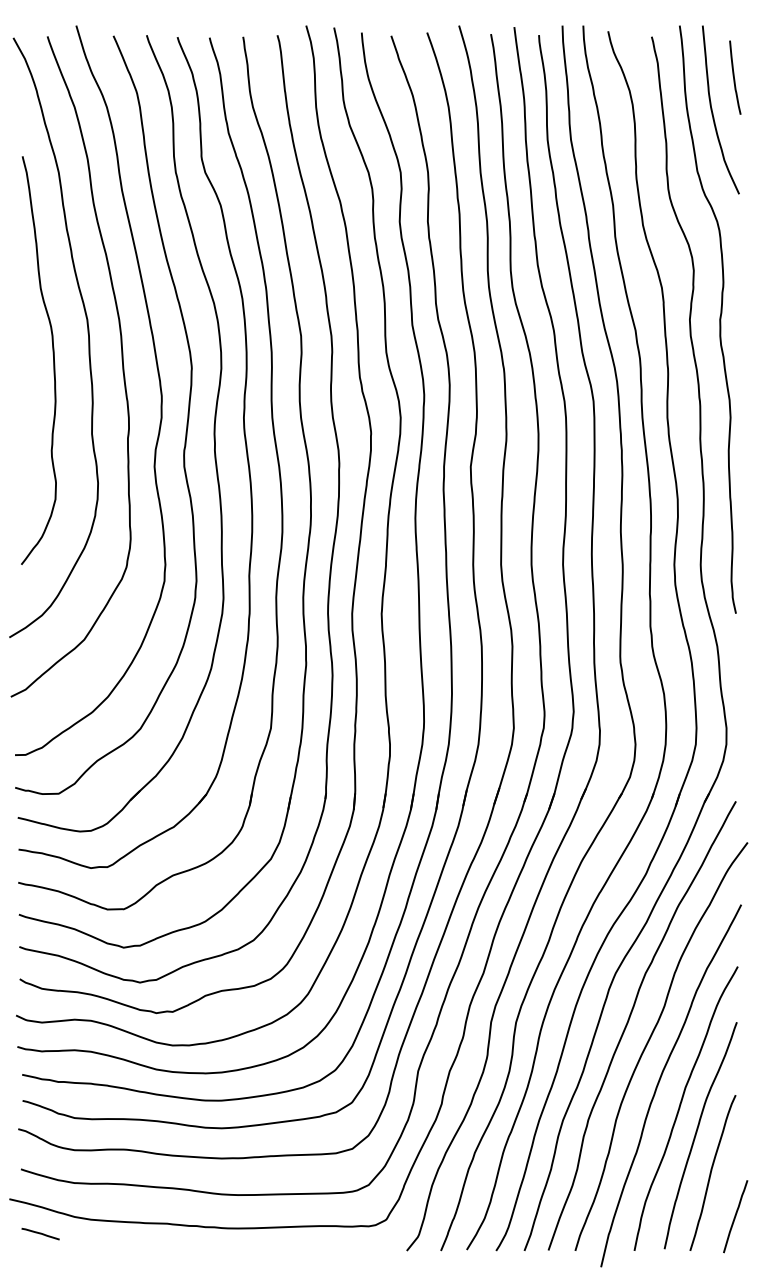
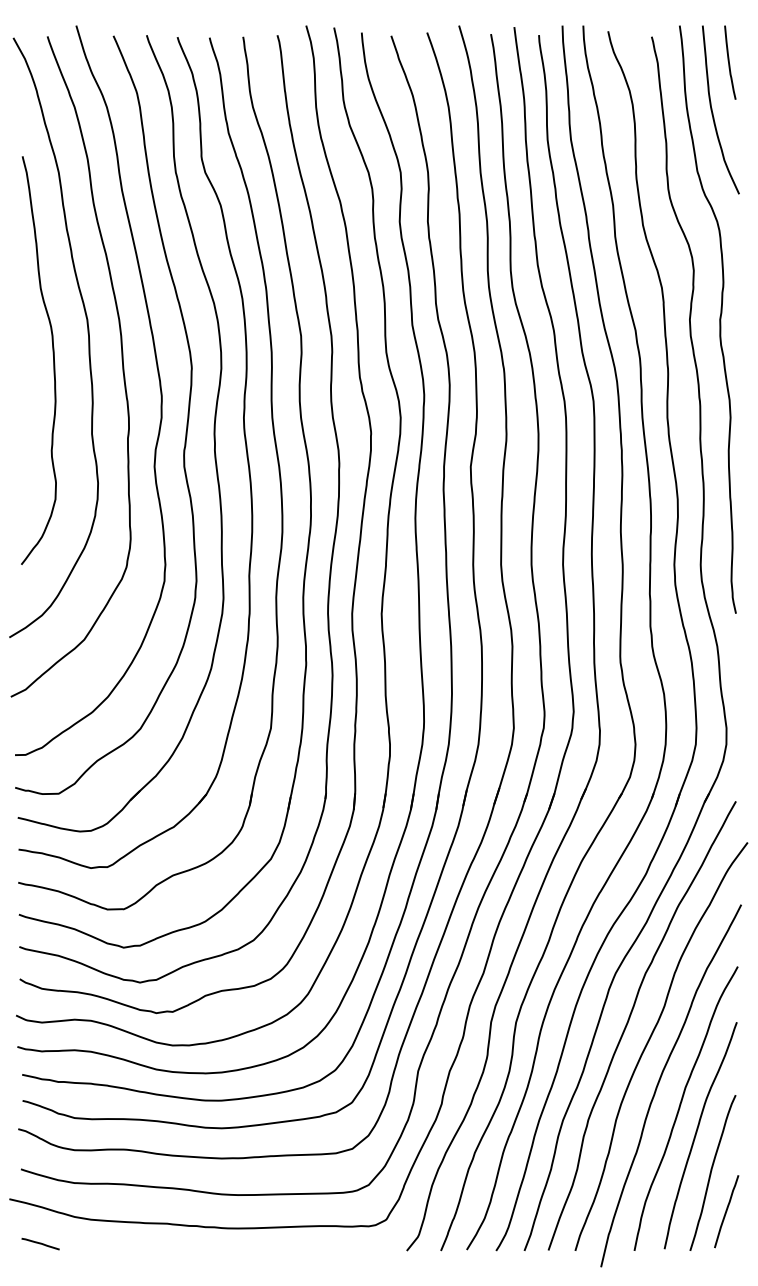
curve at (734, 77) position: (734, 77) -> (729, 62)
line at (735, 1216) position: (735, 1216) -> (726, 1211)
line at (40, 1233) position: (40, 1233) -> (40, 1243)
